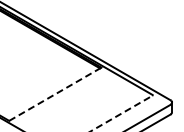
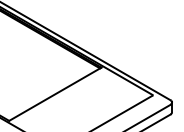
line at (55, 94): dashed -> solid
line at (121, 113): dashed -> solid
